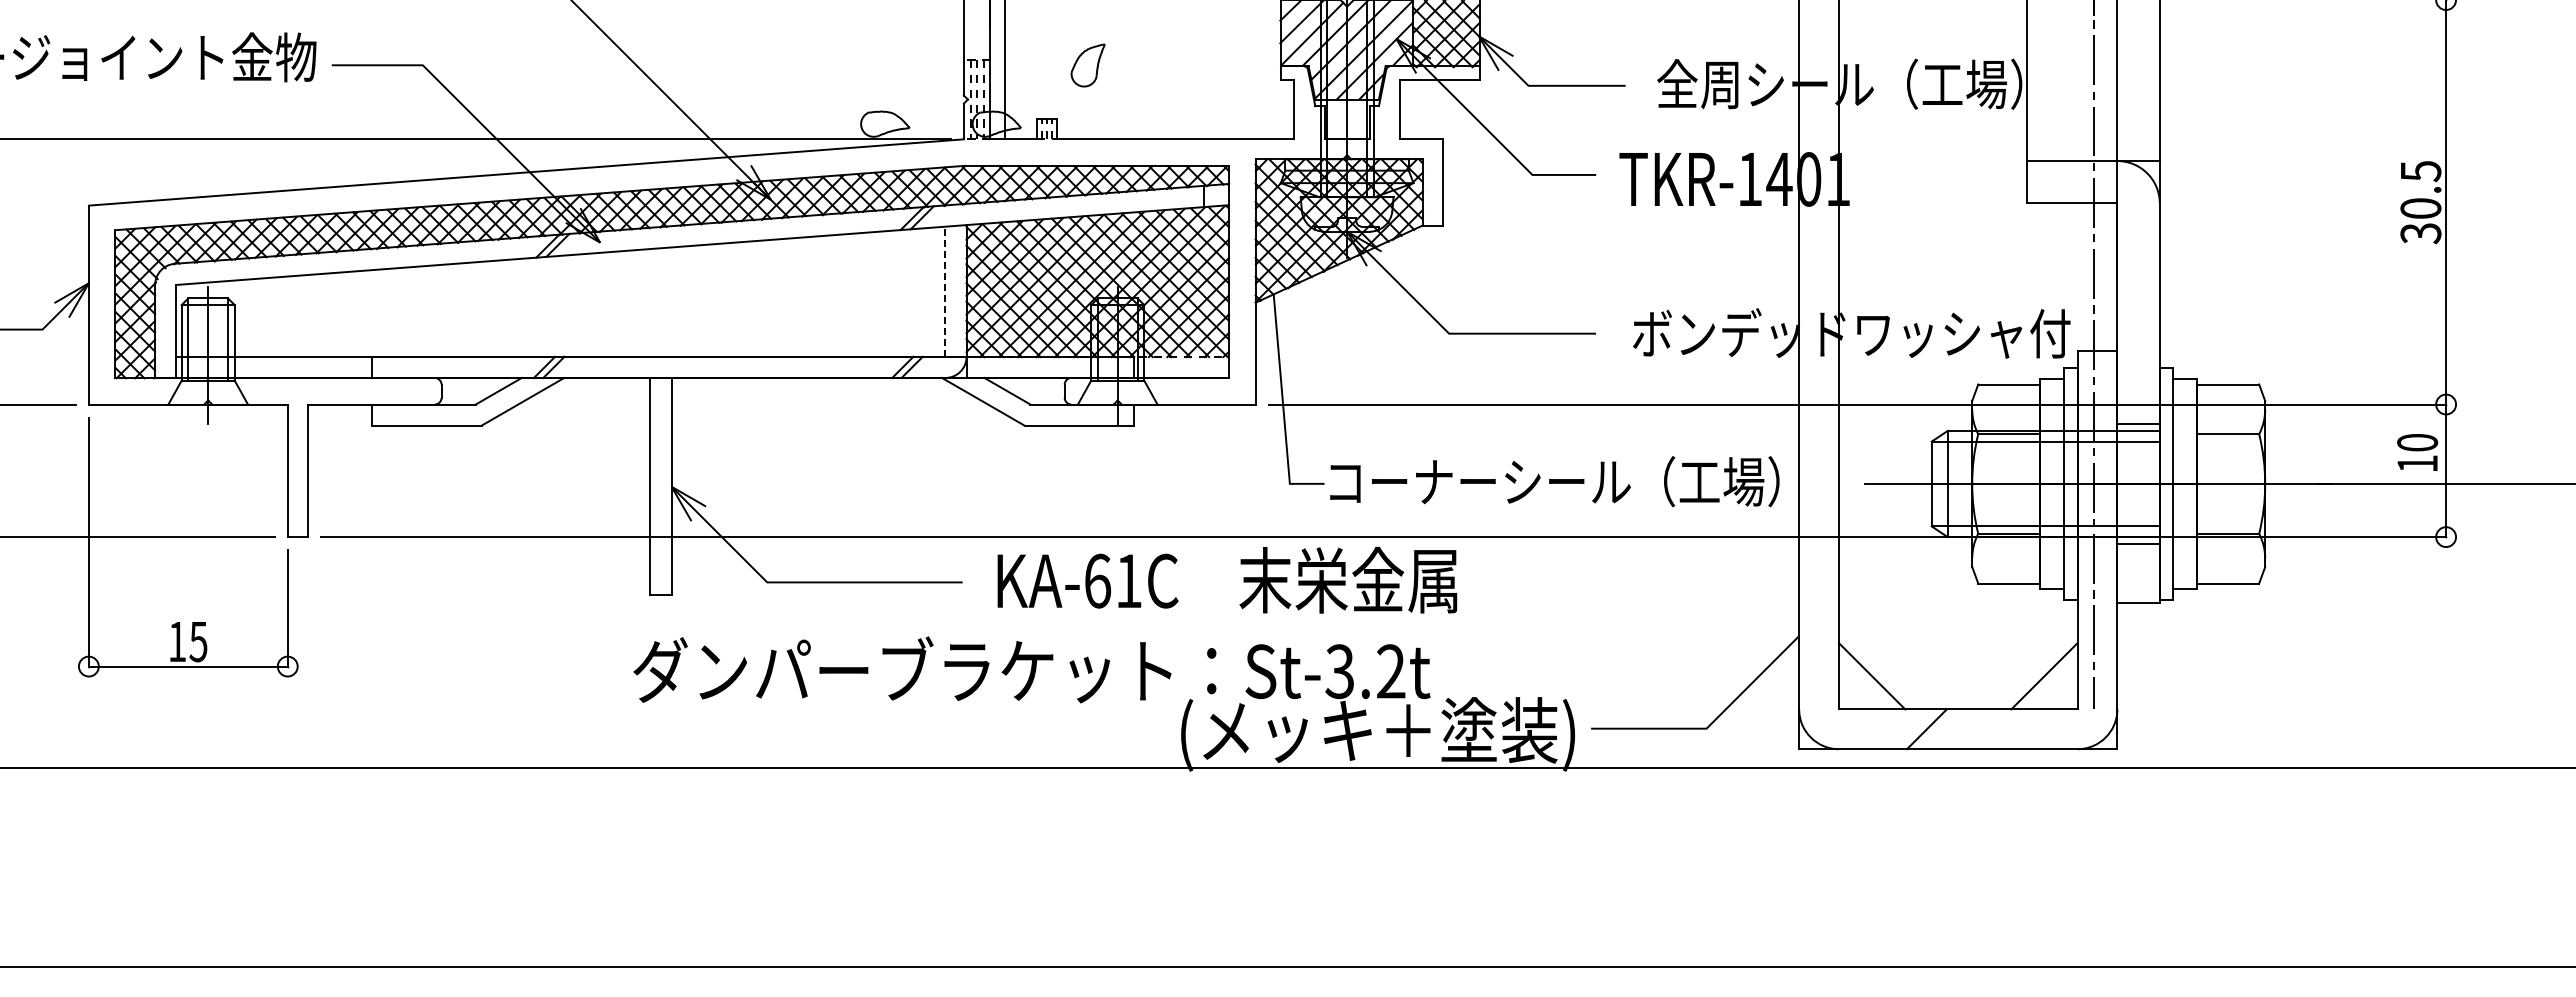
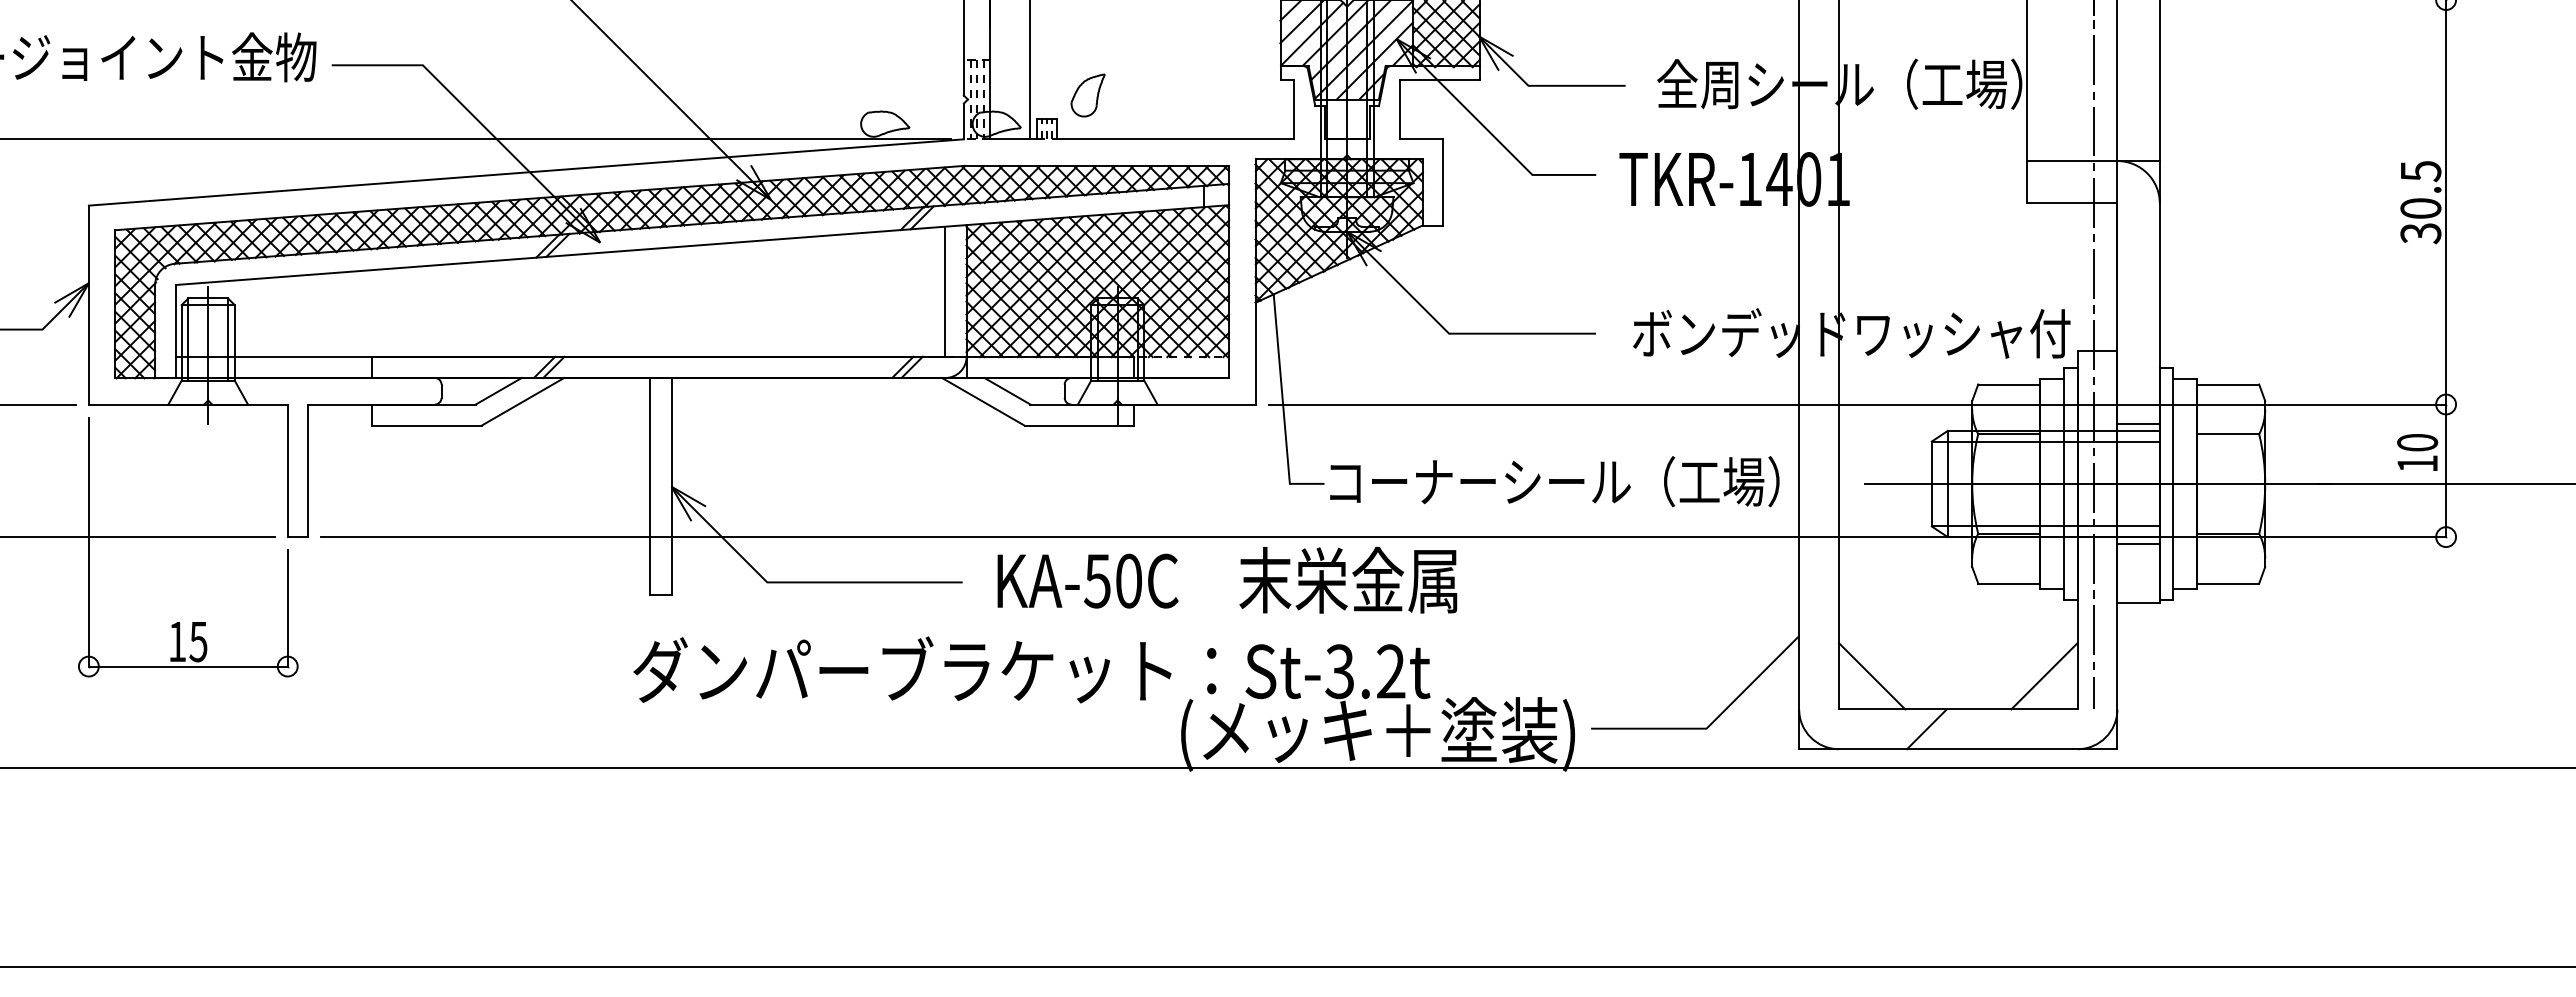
part at (1087, 65) position: (1087, 65) -> (1087, 95)
line at (1005, 70) position: (1005, 70) -> (1030, 70)
line at (945, 291): dashed -> solid
text at (1112, 580): KA-61C -> KA-50C
